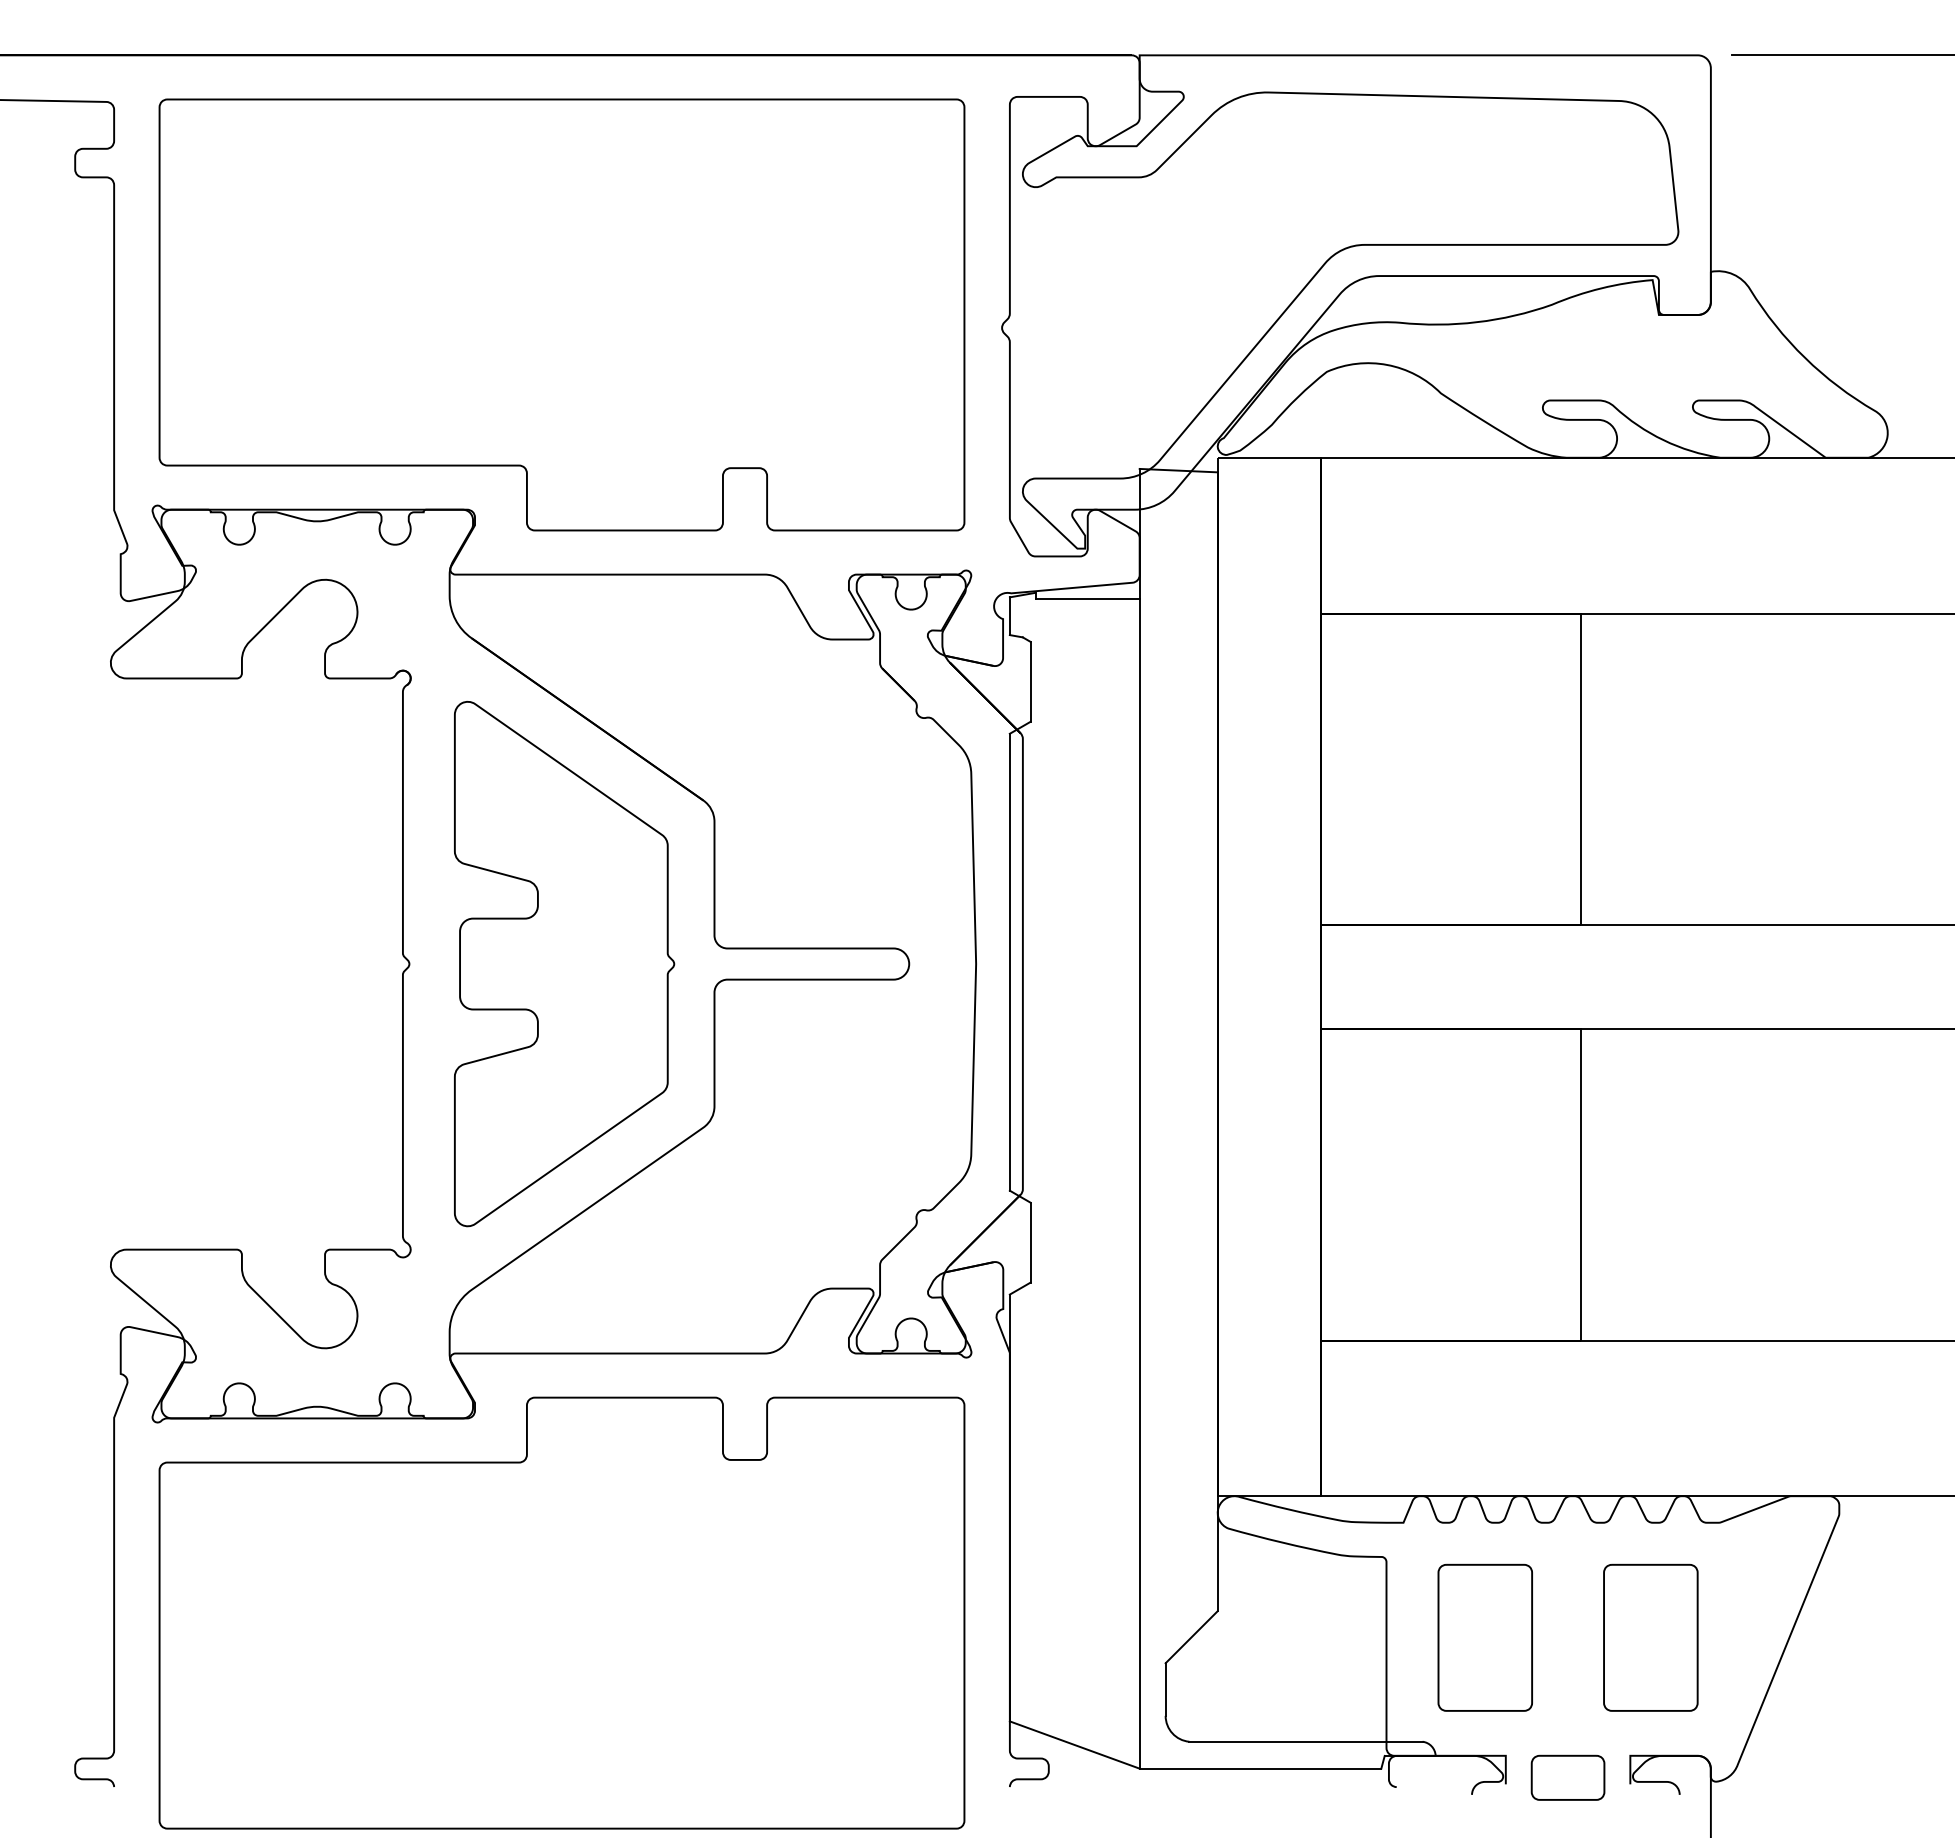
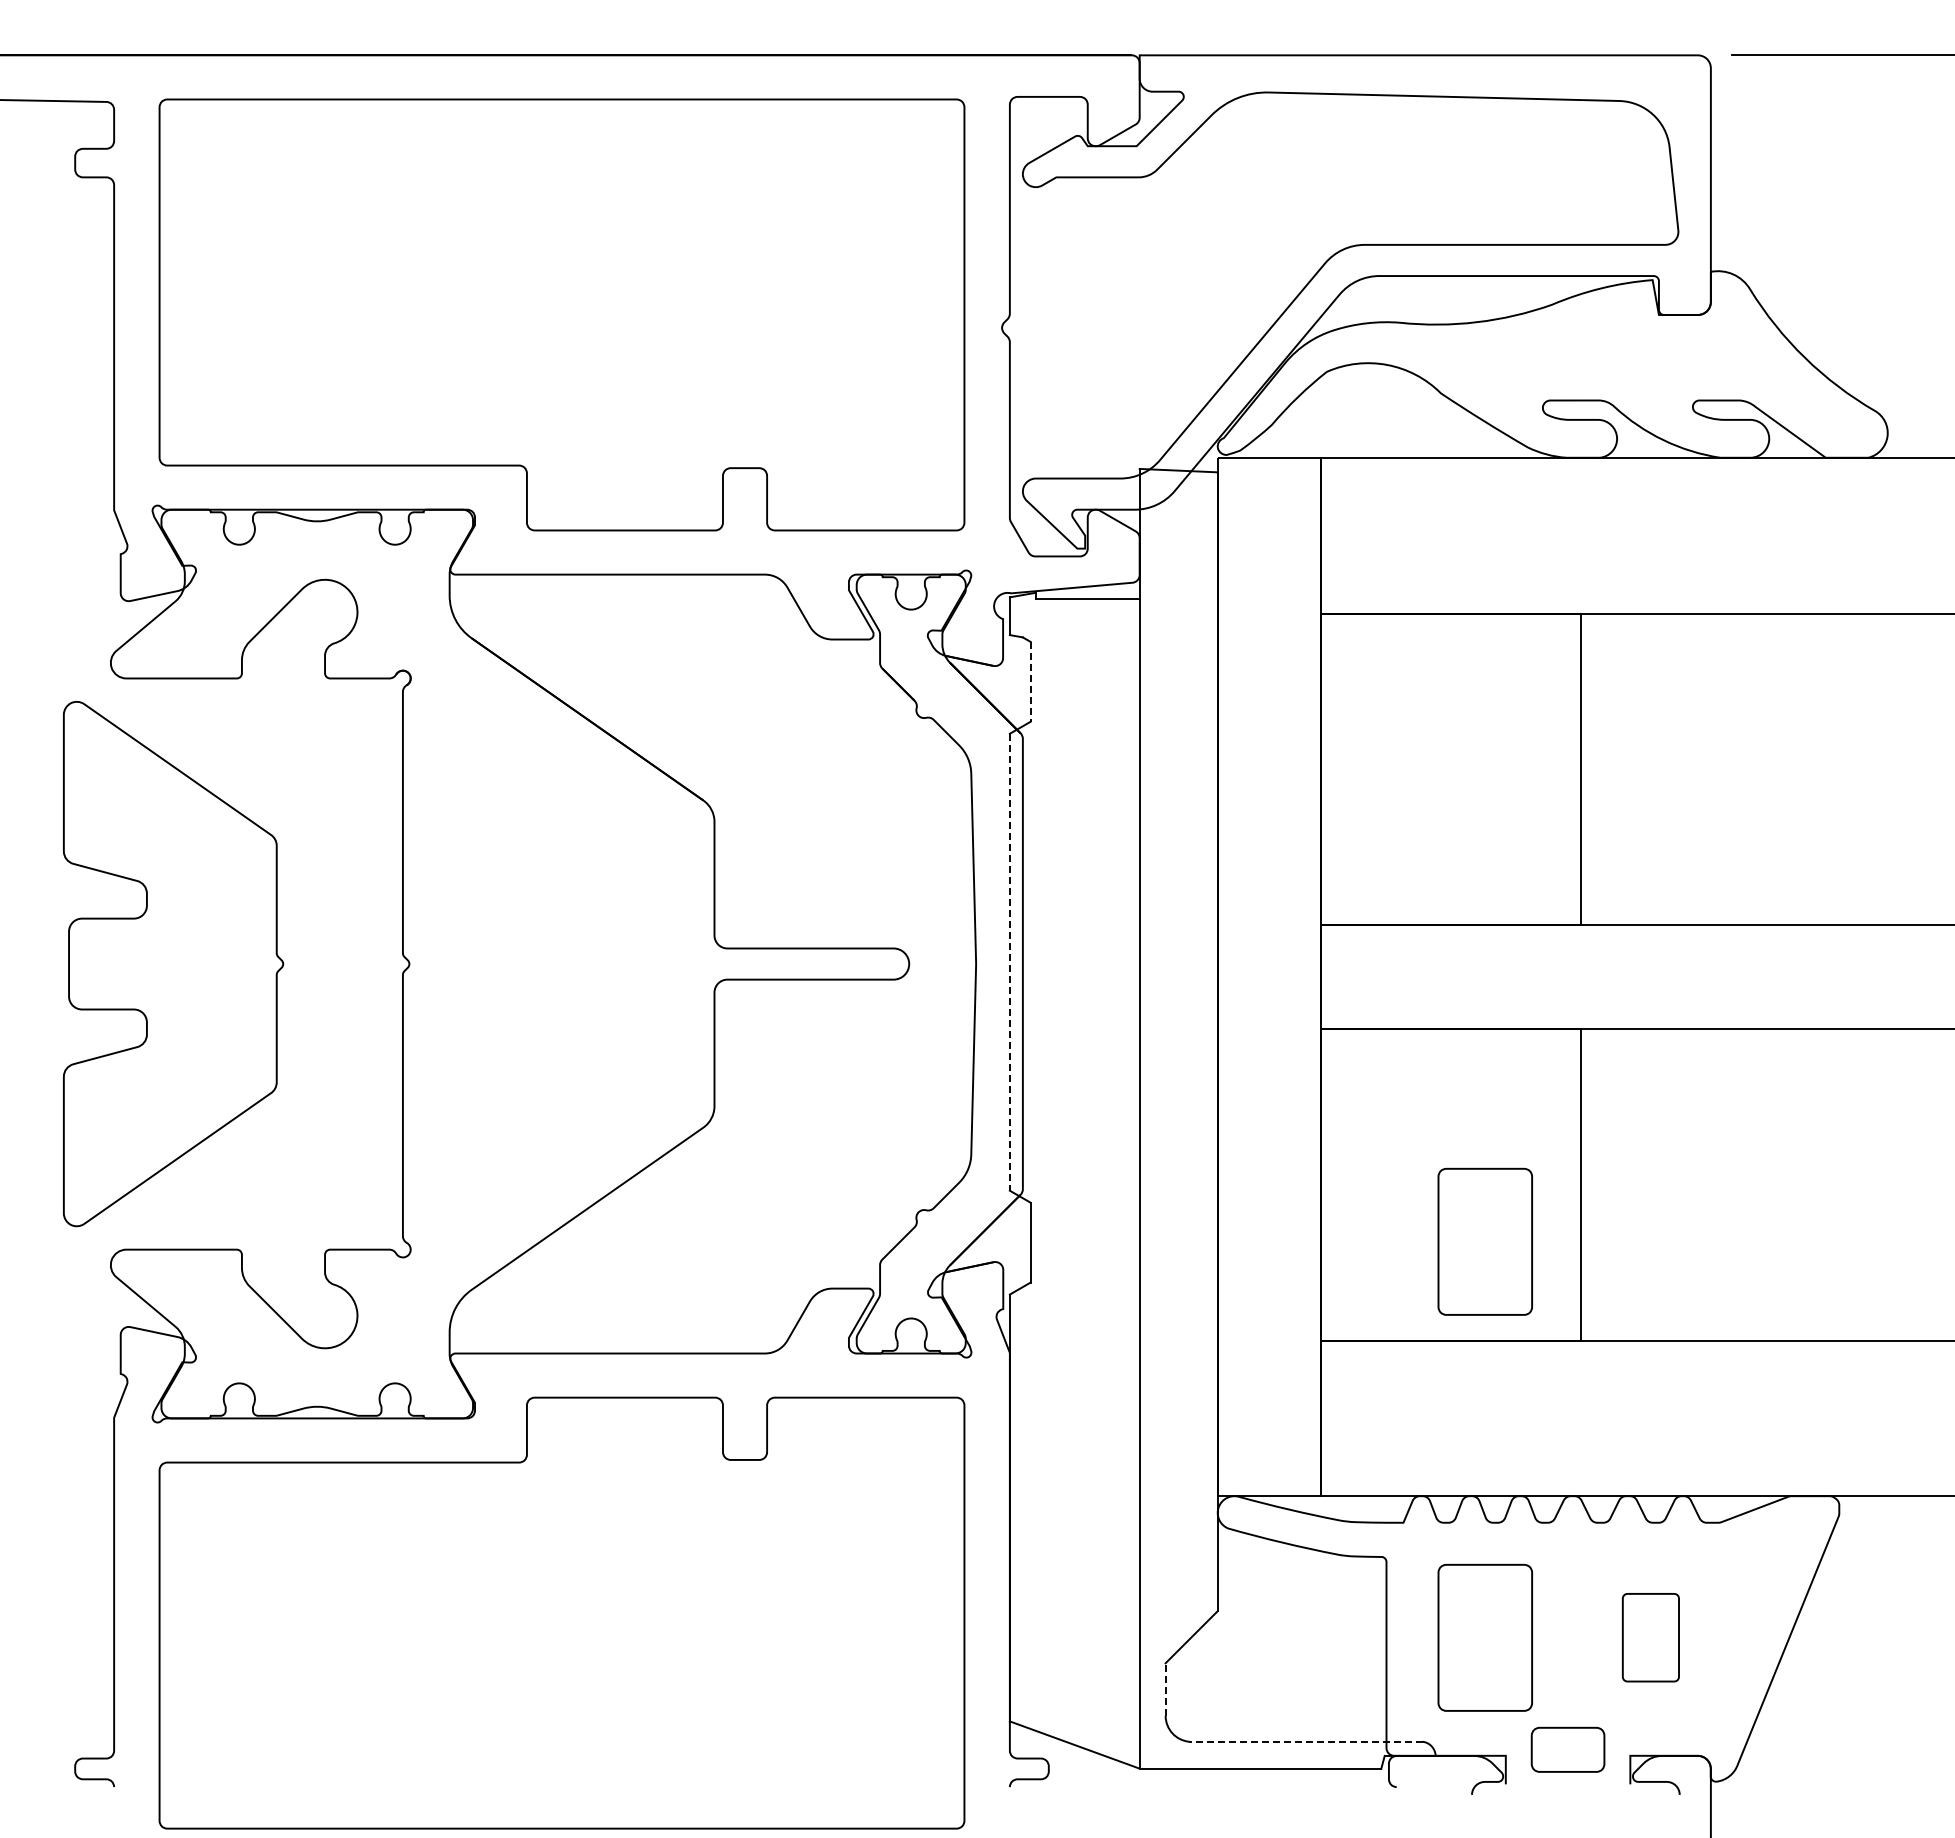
line at (1030, 681): solid -> dashed
line at (1009, 962): solid -> dashed
part at (564, 964) position: (564, 964) -> (173, 964)
part at (1484, 1241): none -> present
part at (1650, 1637) size: 96x149 px -> 59x90 px
line at (1165, 1689): solid -> dashed
line at (1305, 1741): solid -> dashed
part at (1567, 1777) position: (1567, 1777) -> (1567, 1749)
